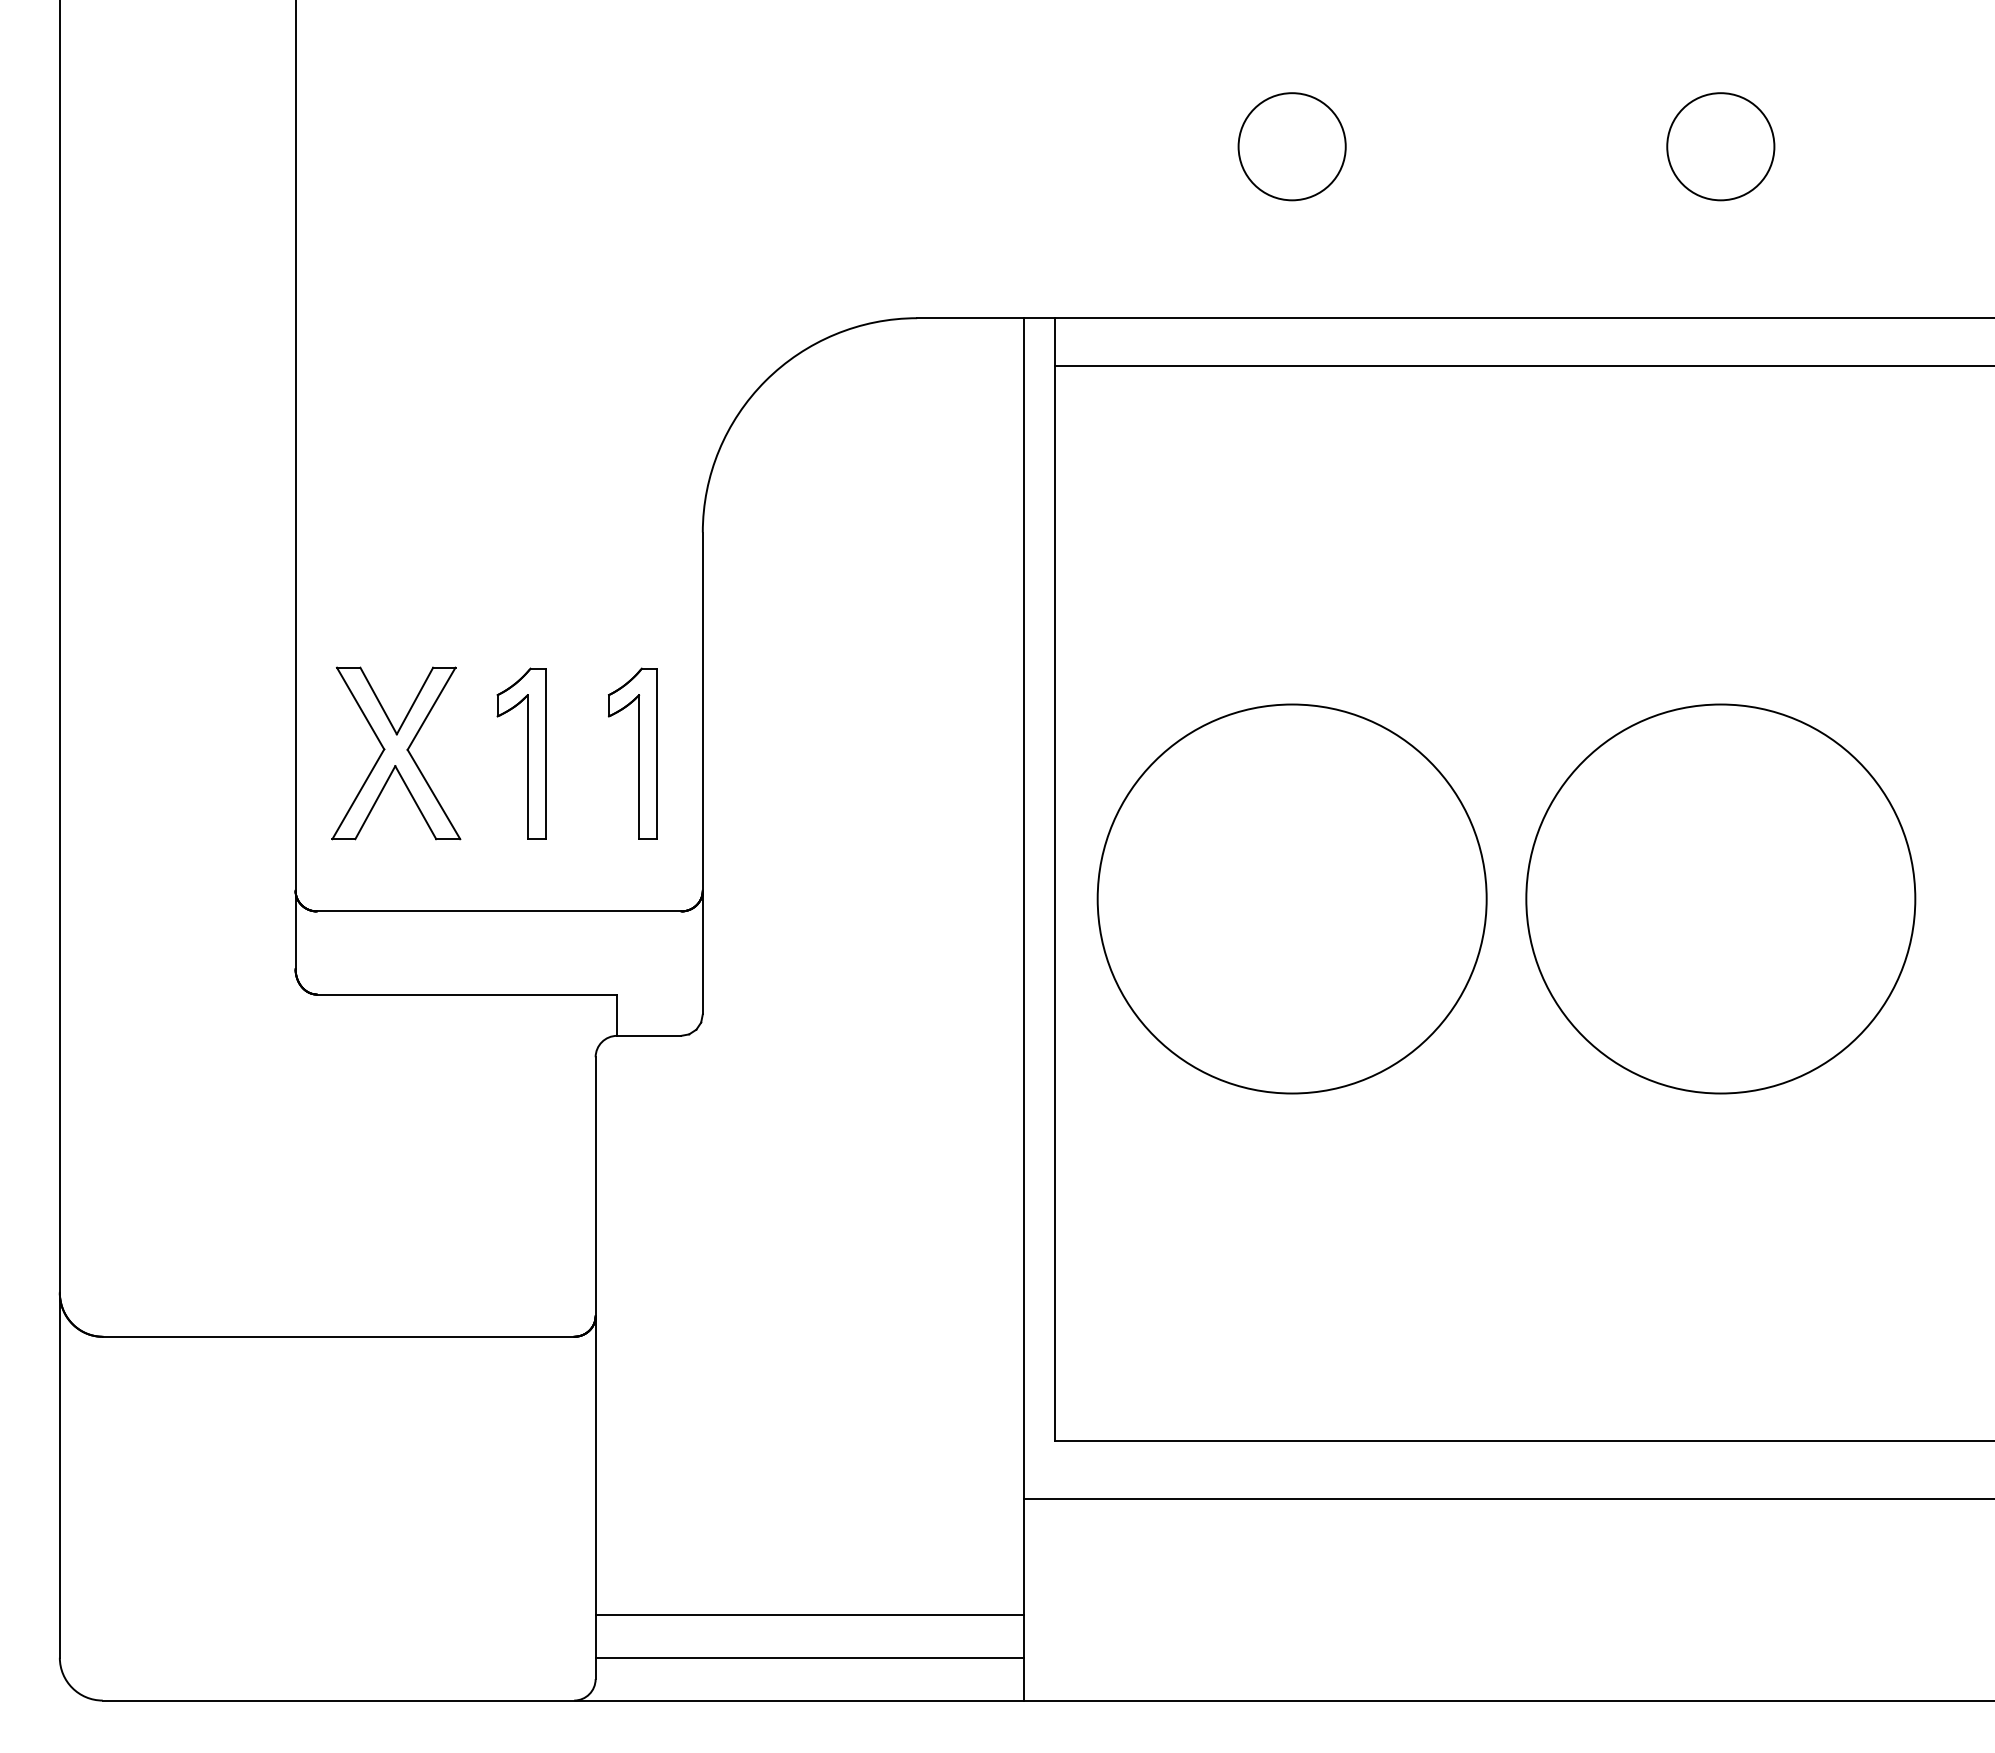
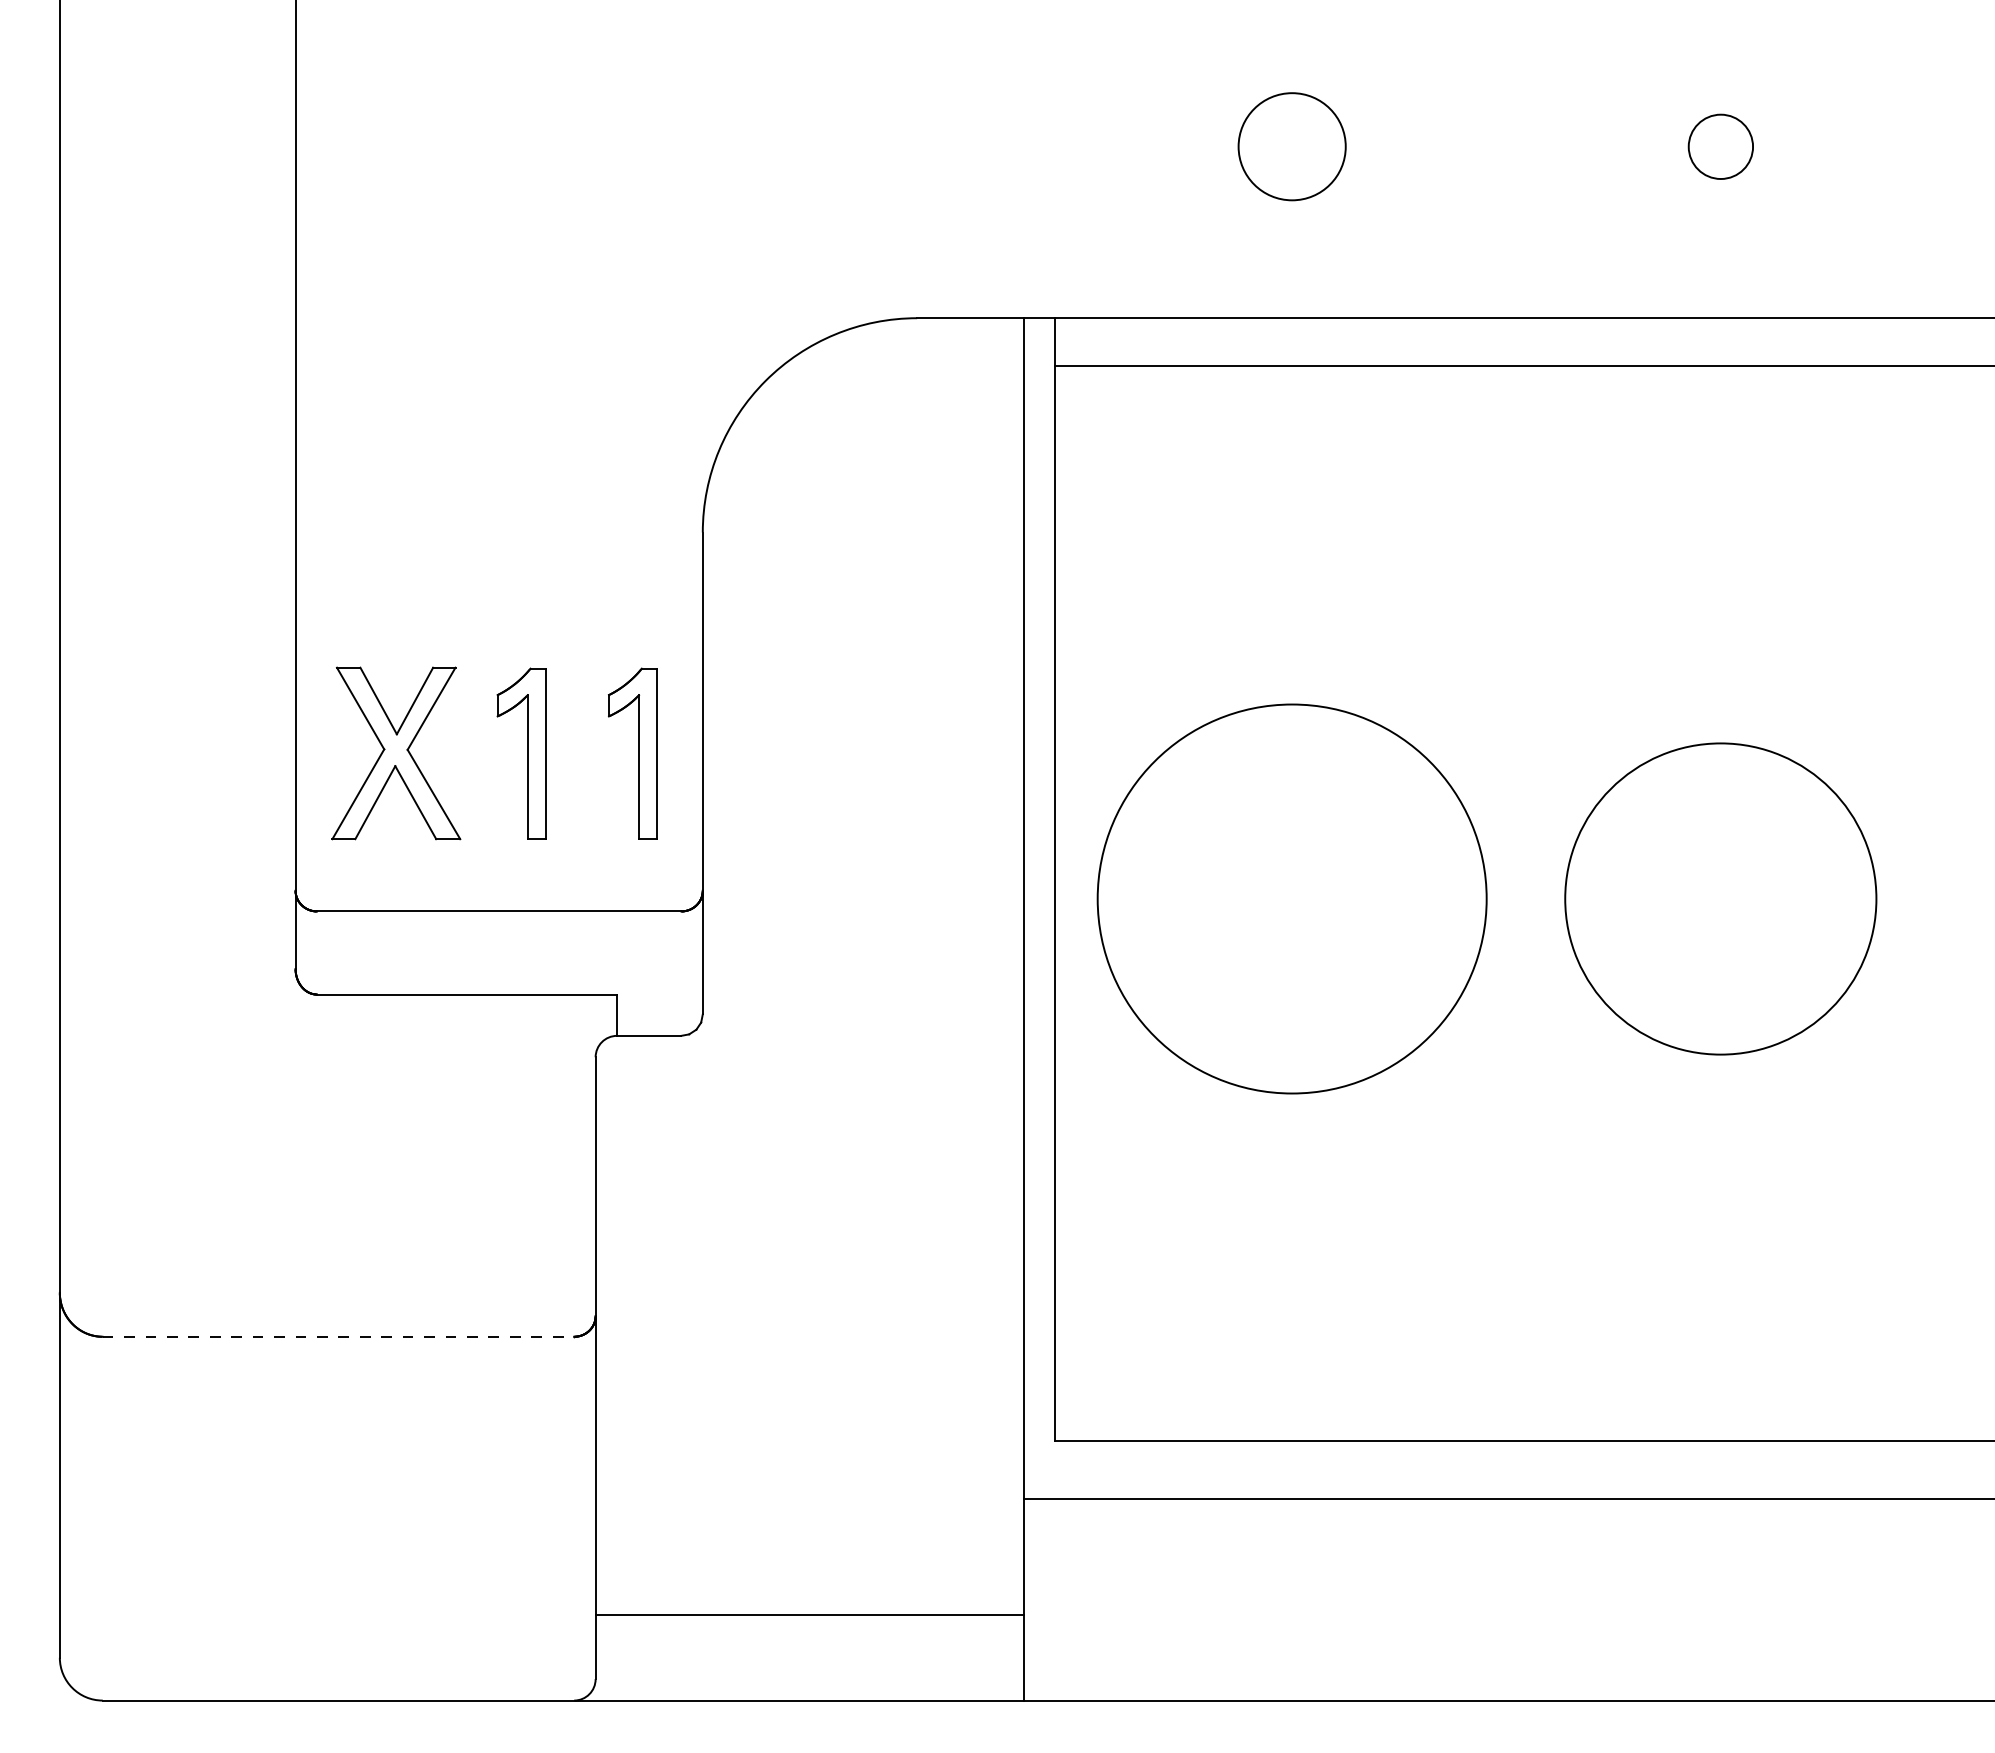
circle at (1720, 146) size: 110x110 px -> 67x67 px
circle at (1720, 898) diameter: 389 px -> 311 px
line at (338, 1336): solid -> dashed
line at (809, 1657): present -> none
